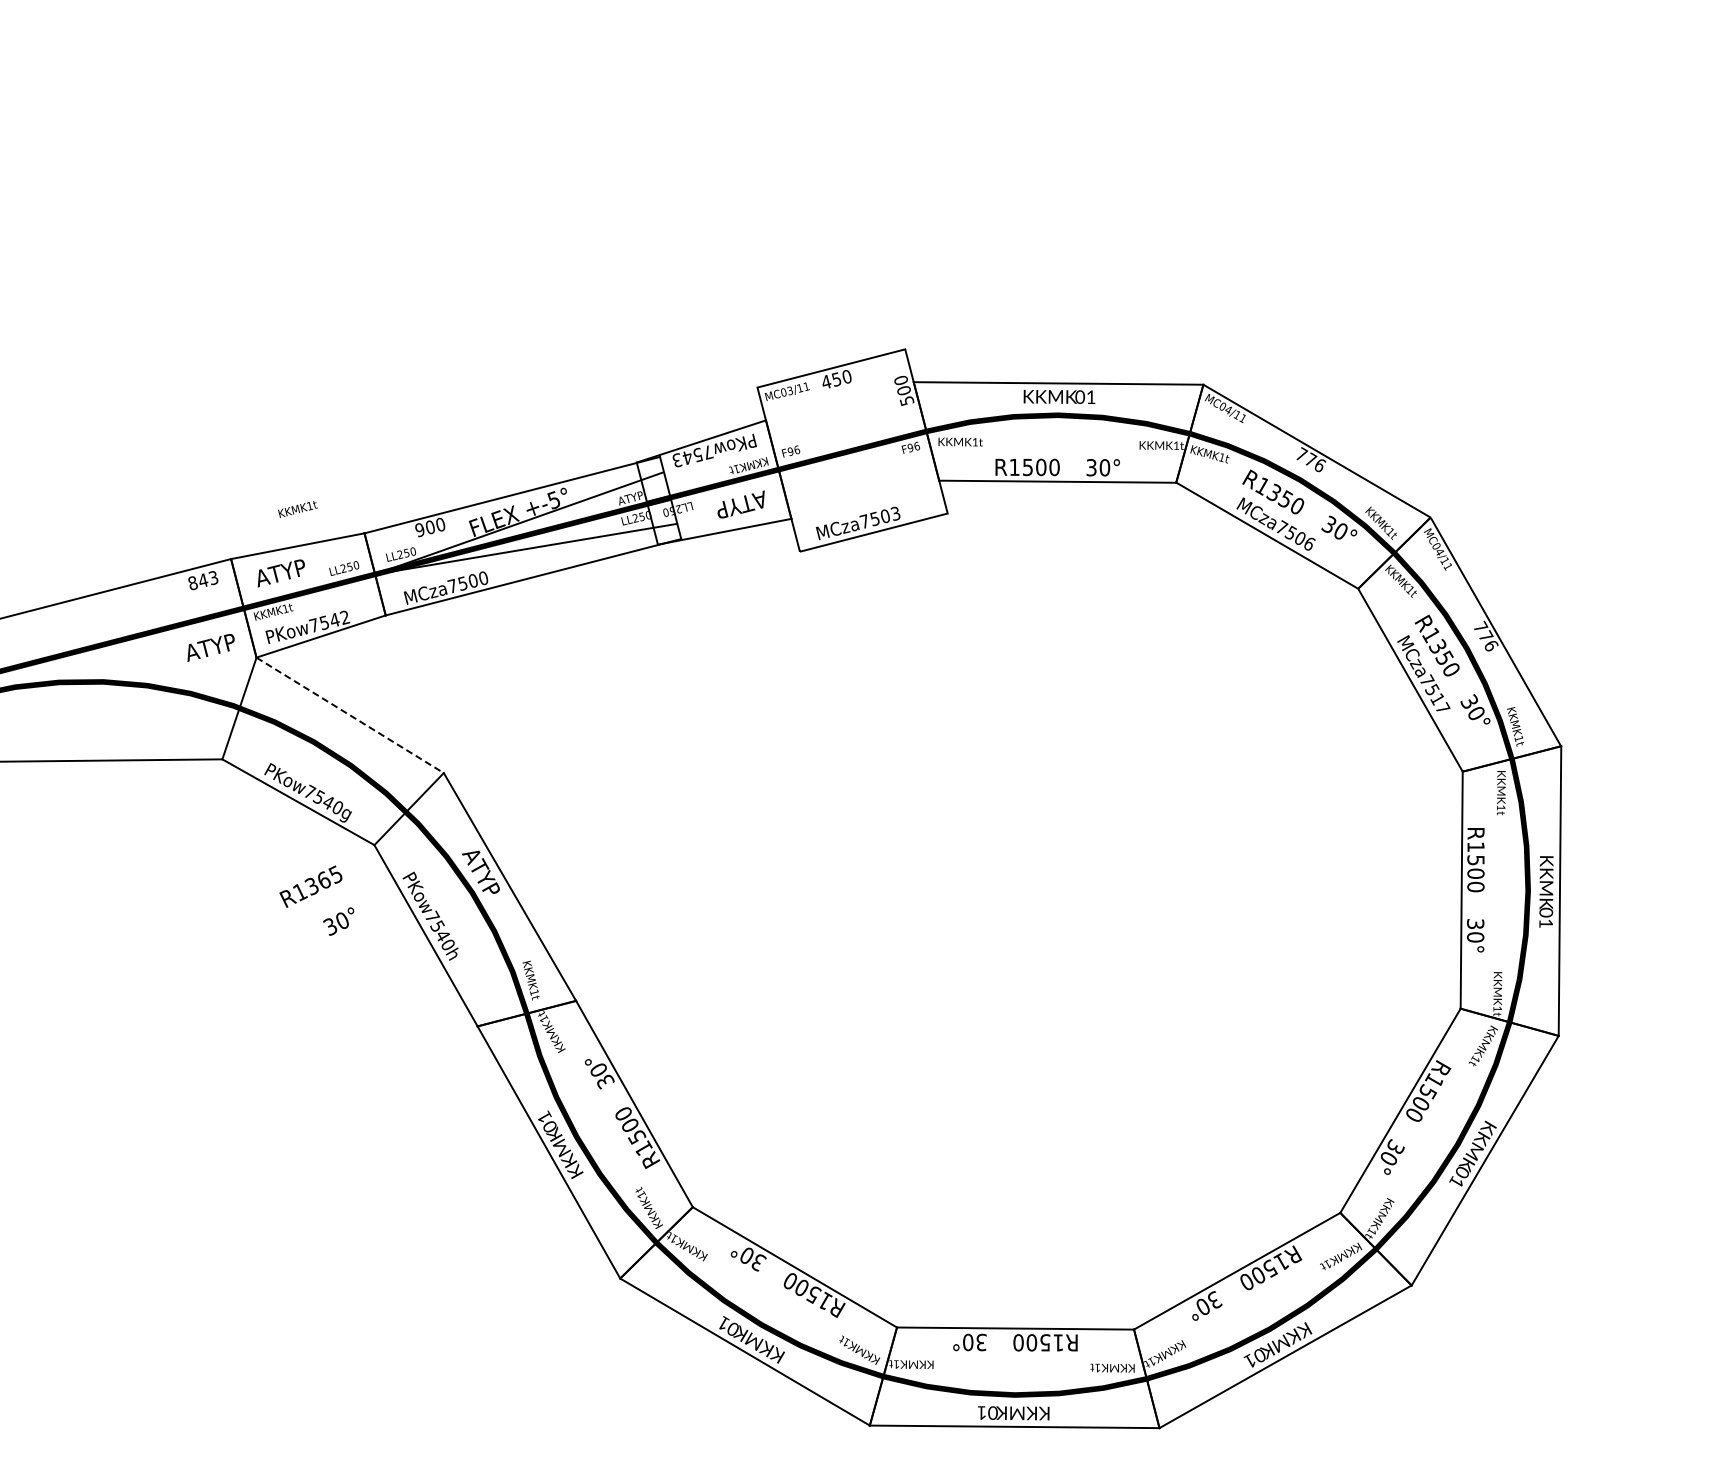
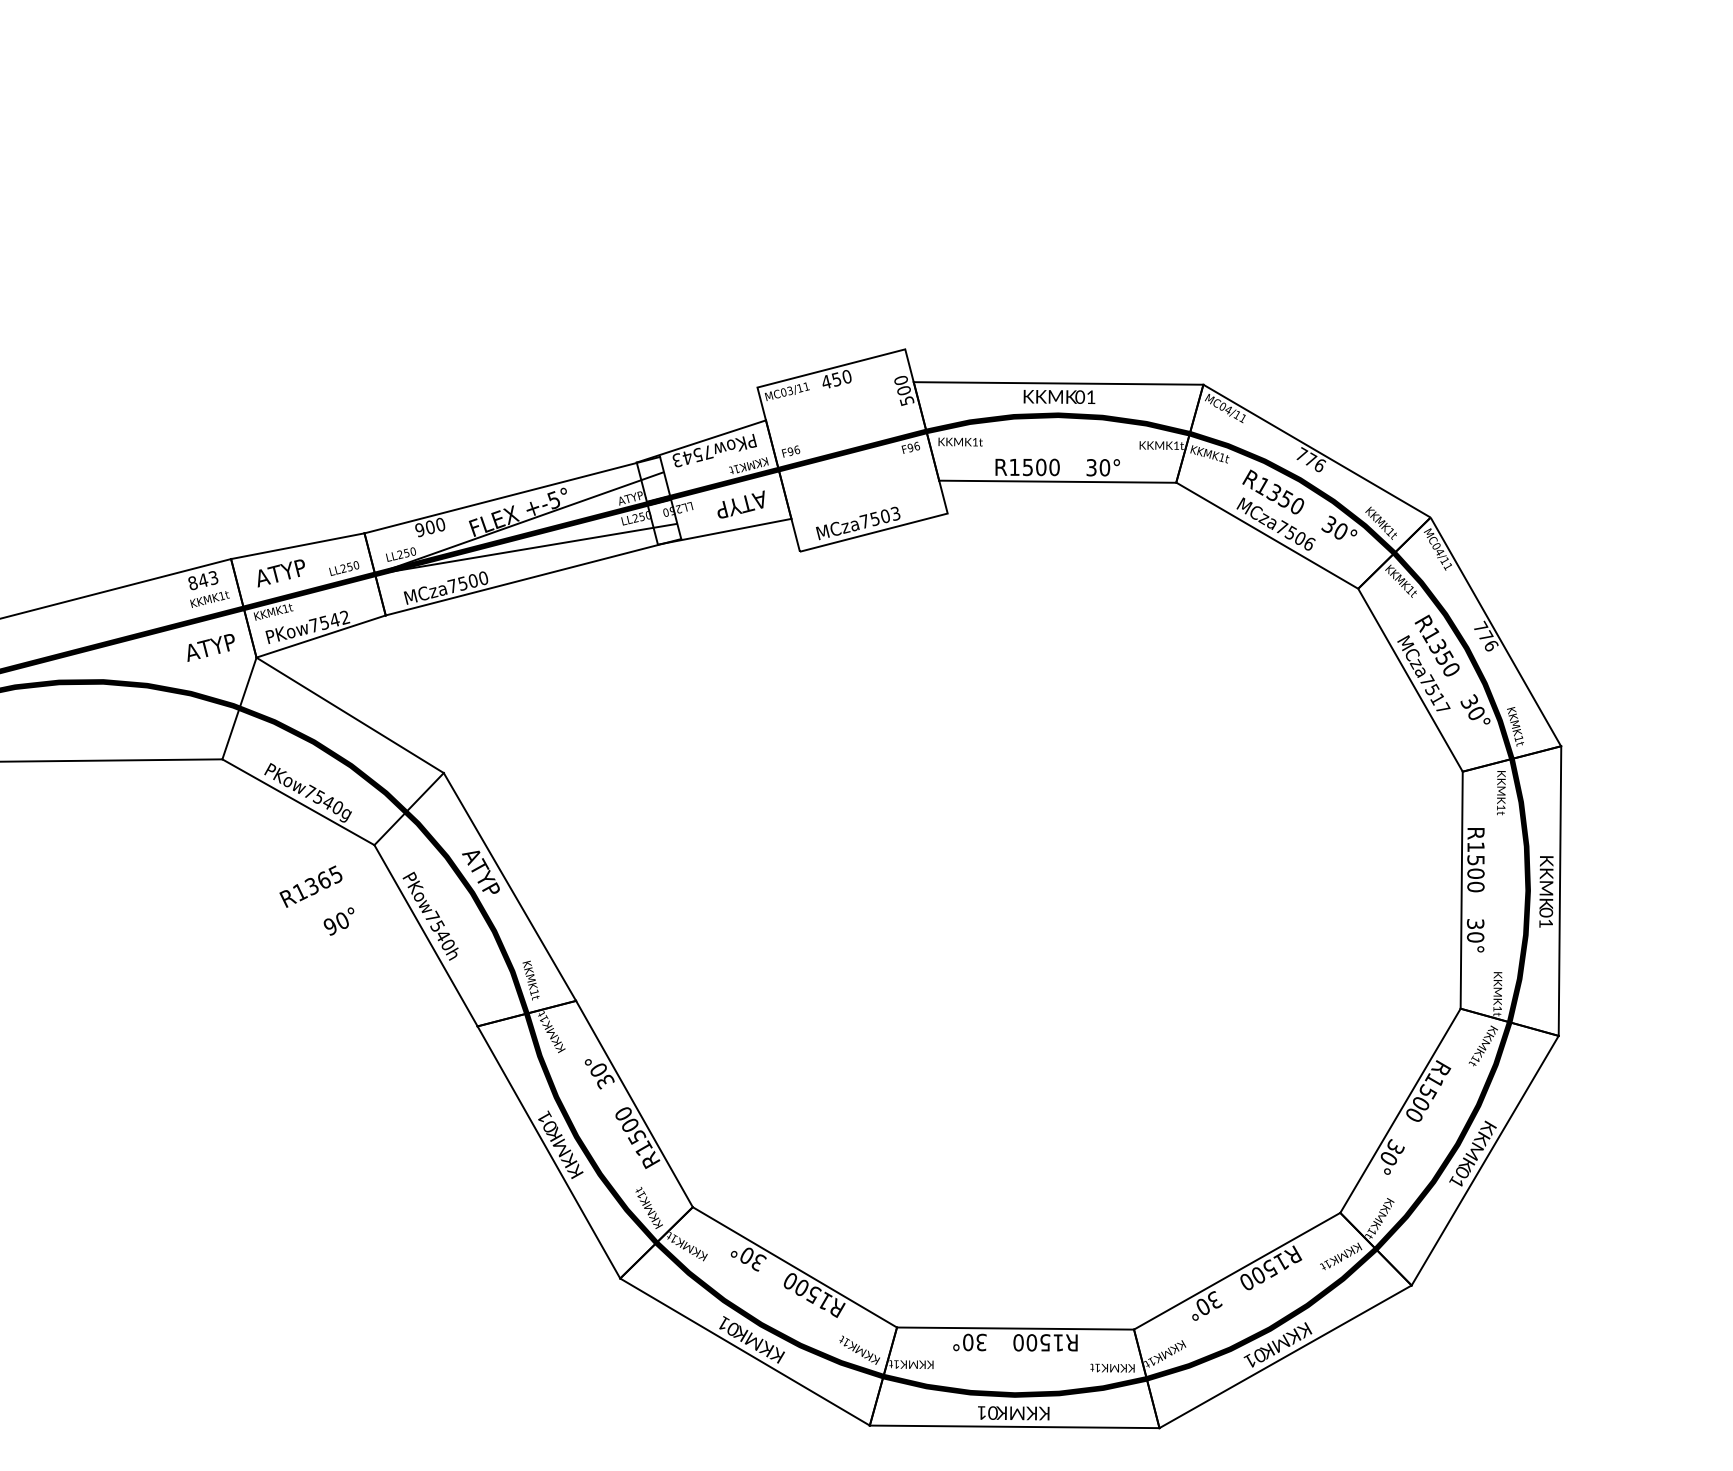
text at (297, 509) position: (297, 509) -> (209, 599)
line at (350, 715): dashed -> solid
text at (330, 926): 30° -> 90°
